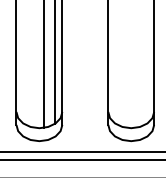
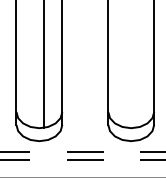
line at (55, 62): present -> none
line at (83, 151): solid -> dashed
line at (83, 160): solid -> dashed
